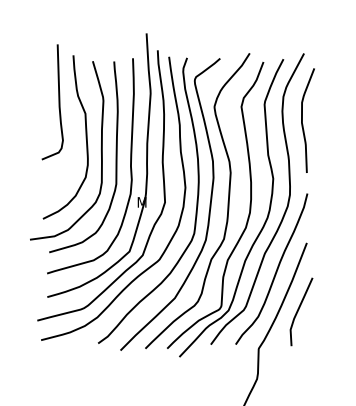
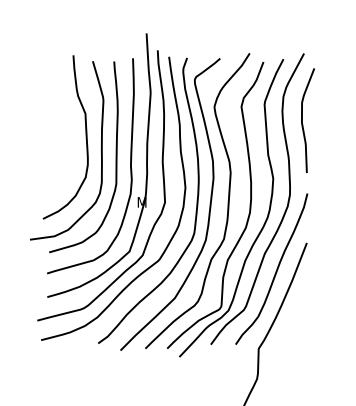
curve at (58, 102): present -> none
line at (299, 309): present -> none
